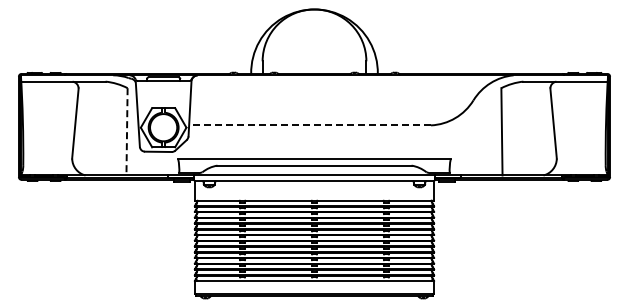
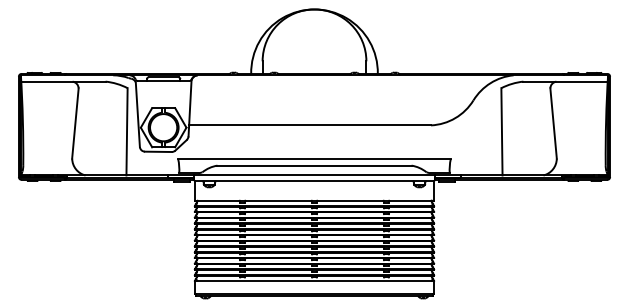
line at (310, 125): dashed -> solid
line at (127, 131): dashed -> solid
